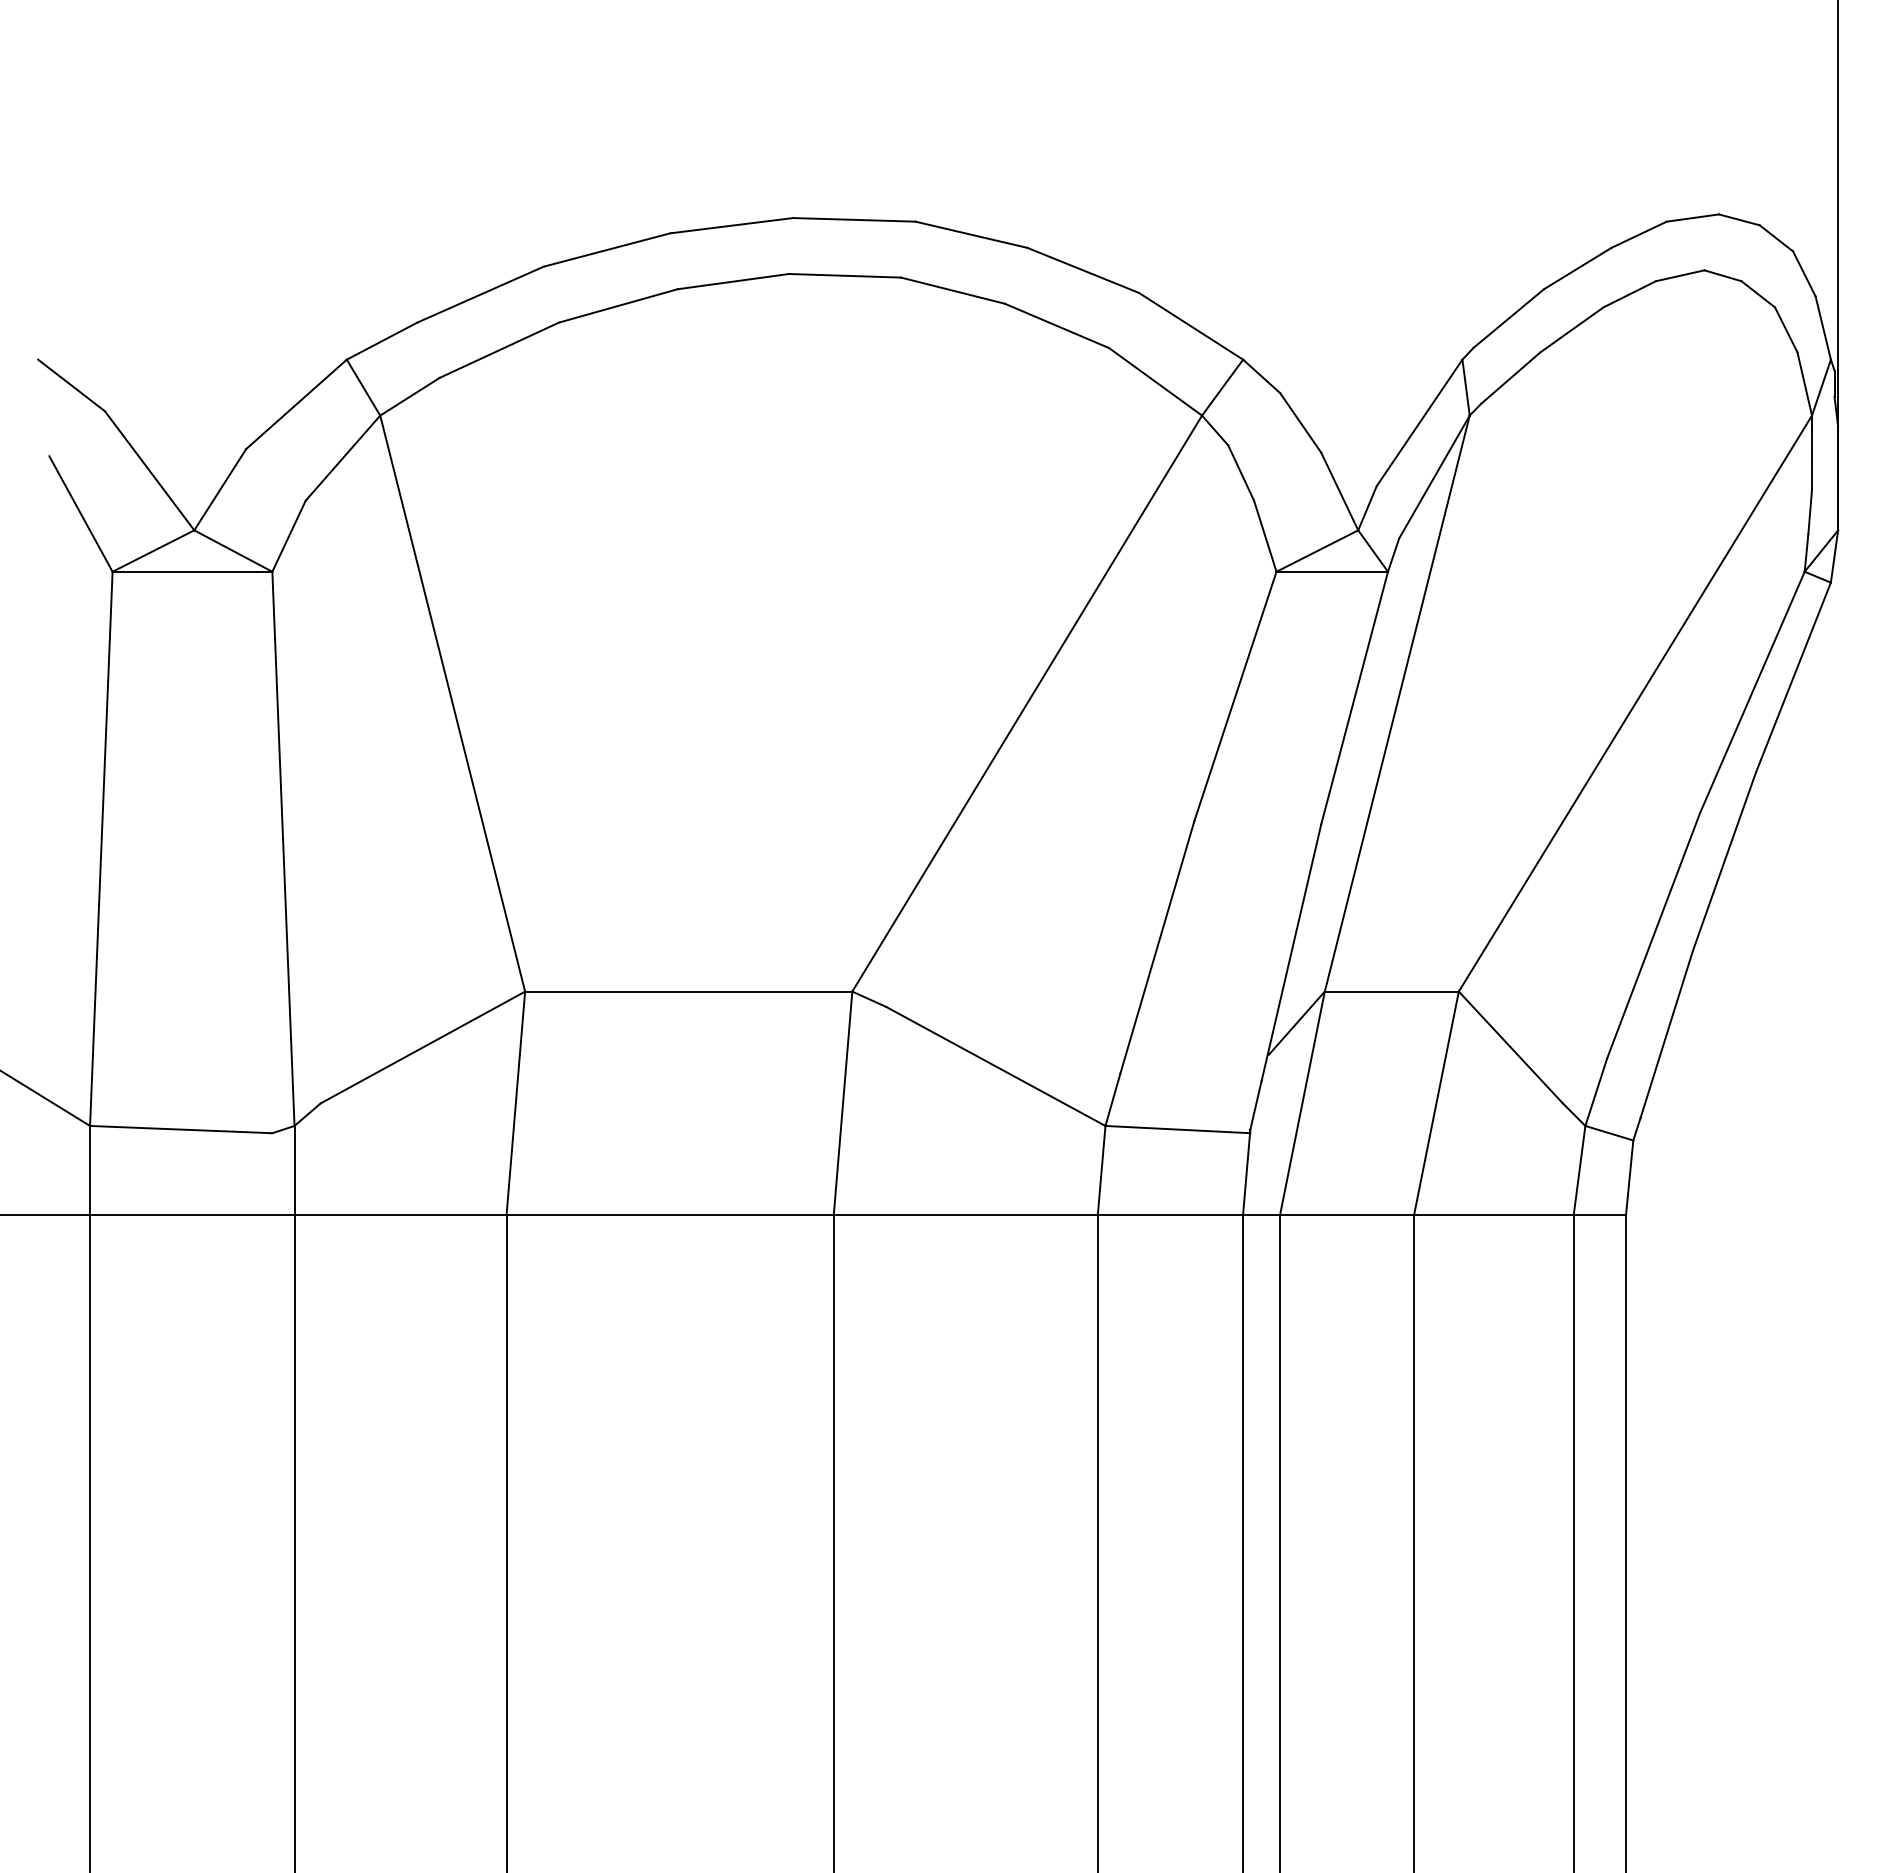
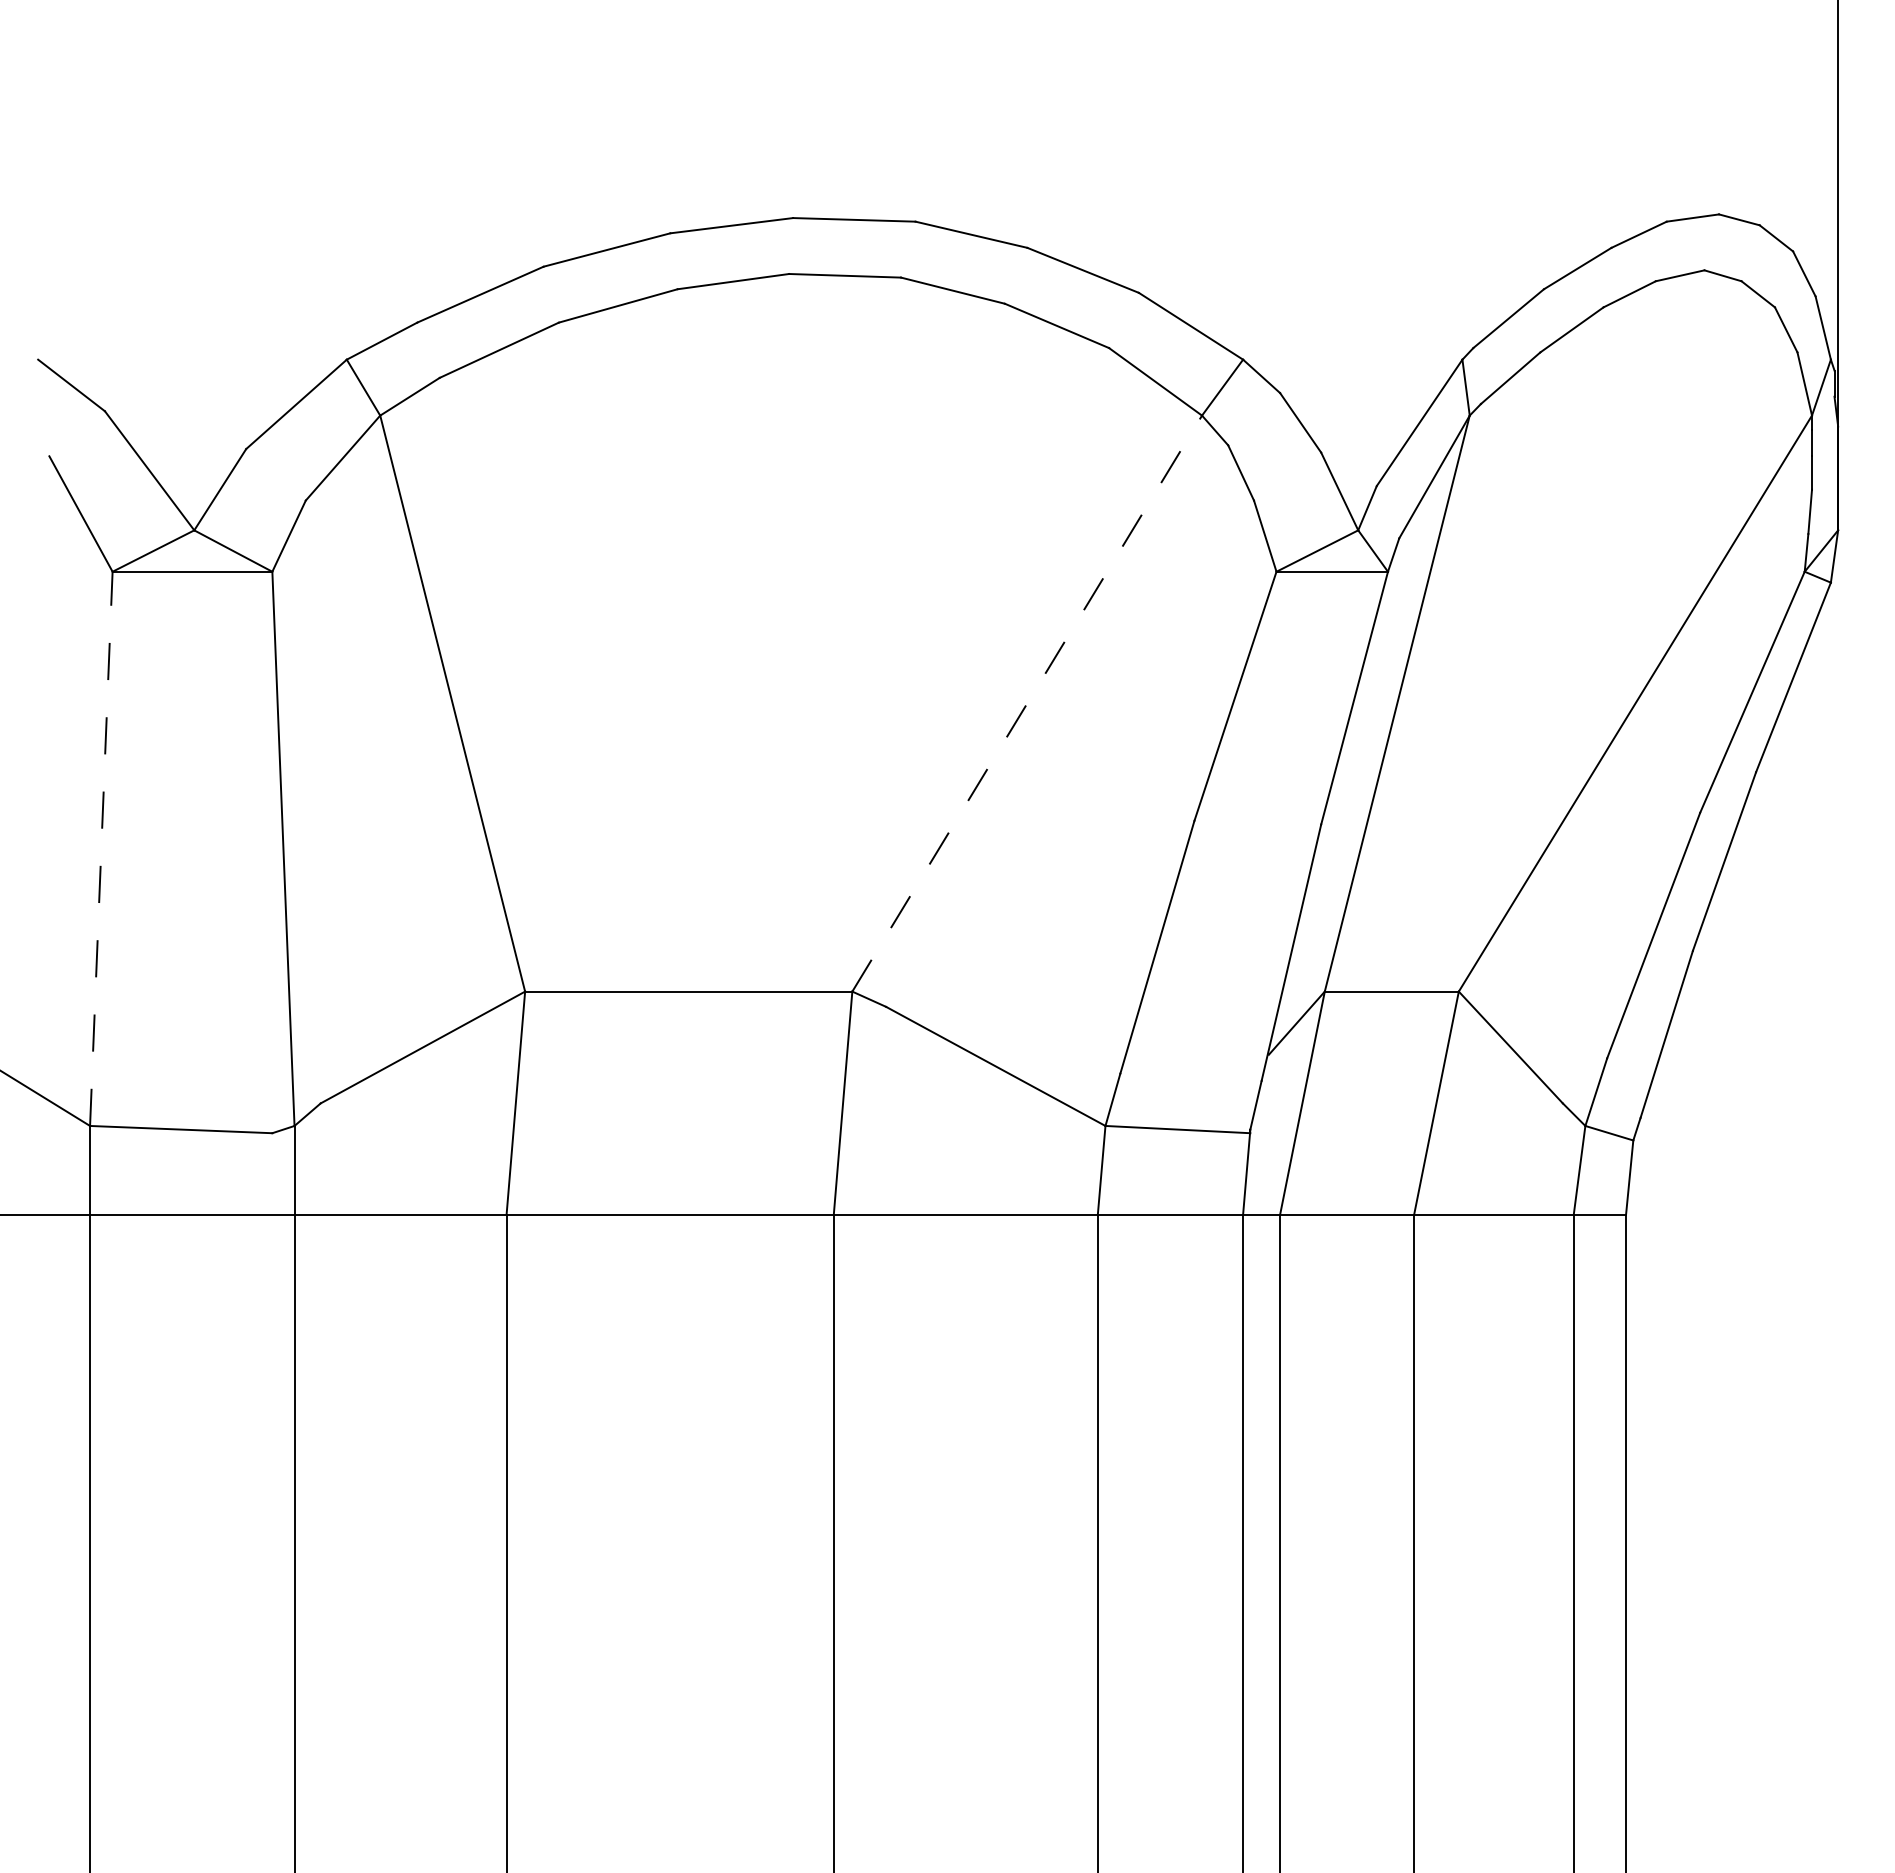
line at (1027, 703): solid -> dashed
line at (101, 848): solid -> dashed
